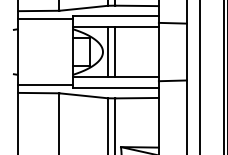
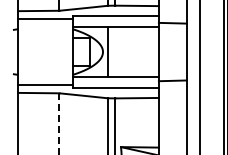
line at (115, 51): present -> none
line at (59, 124): solid -> dashed
